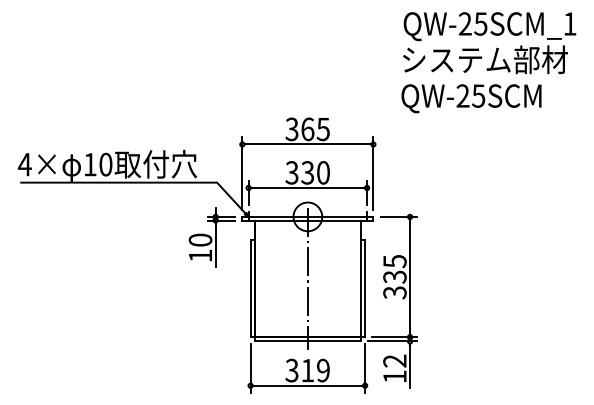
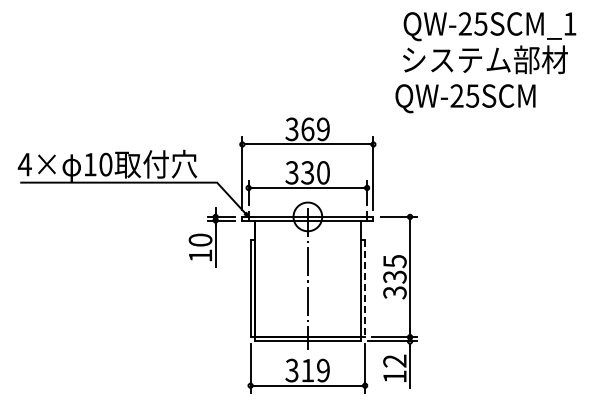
text at (471, 98) position: (471, 98) -> (465, 98)
text at (322, 129): 365 -> 369
line at (365, 288): solid -> dashed
